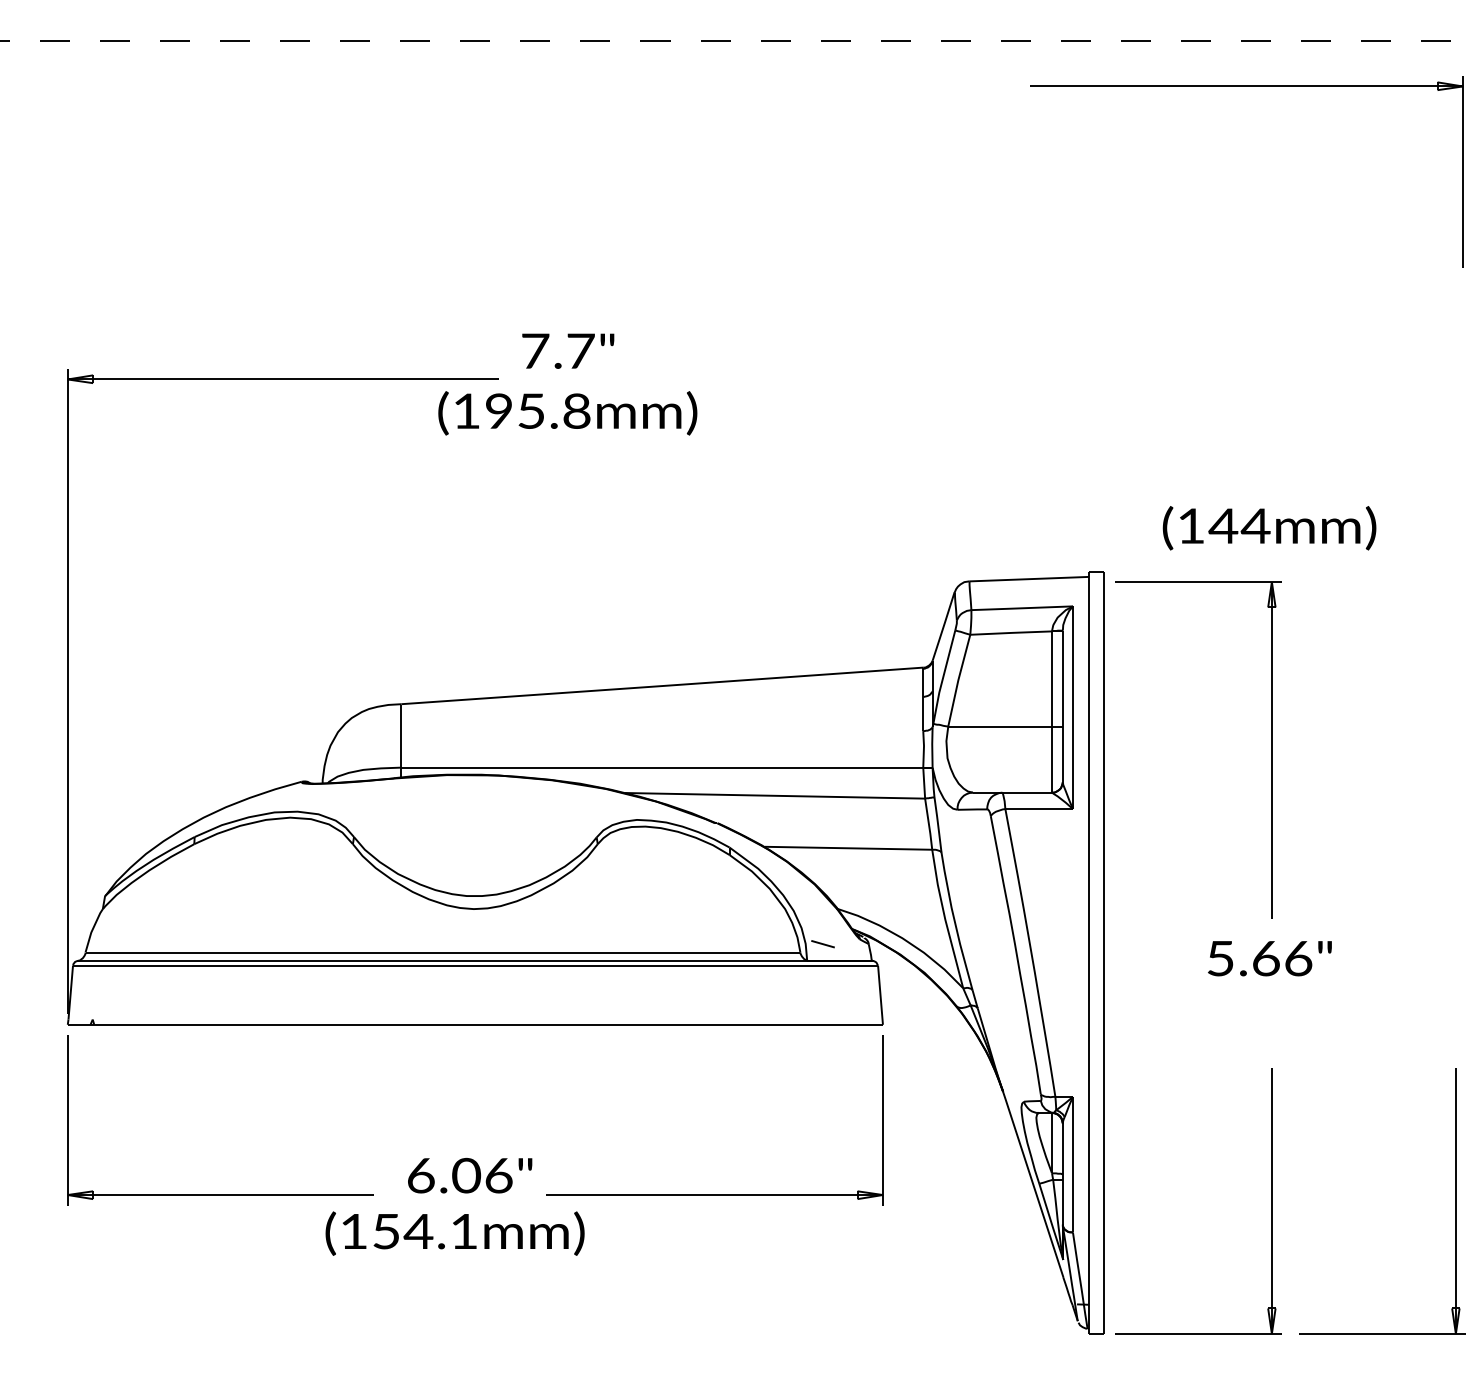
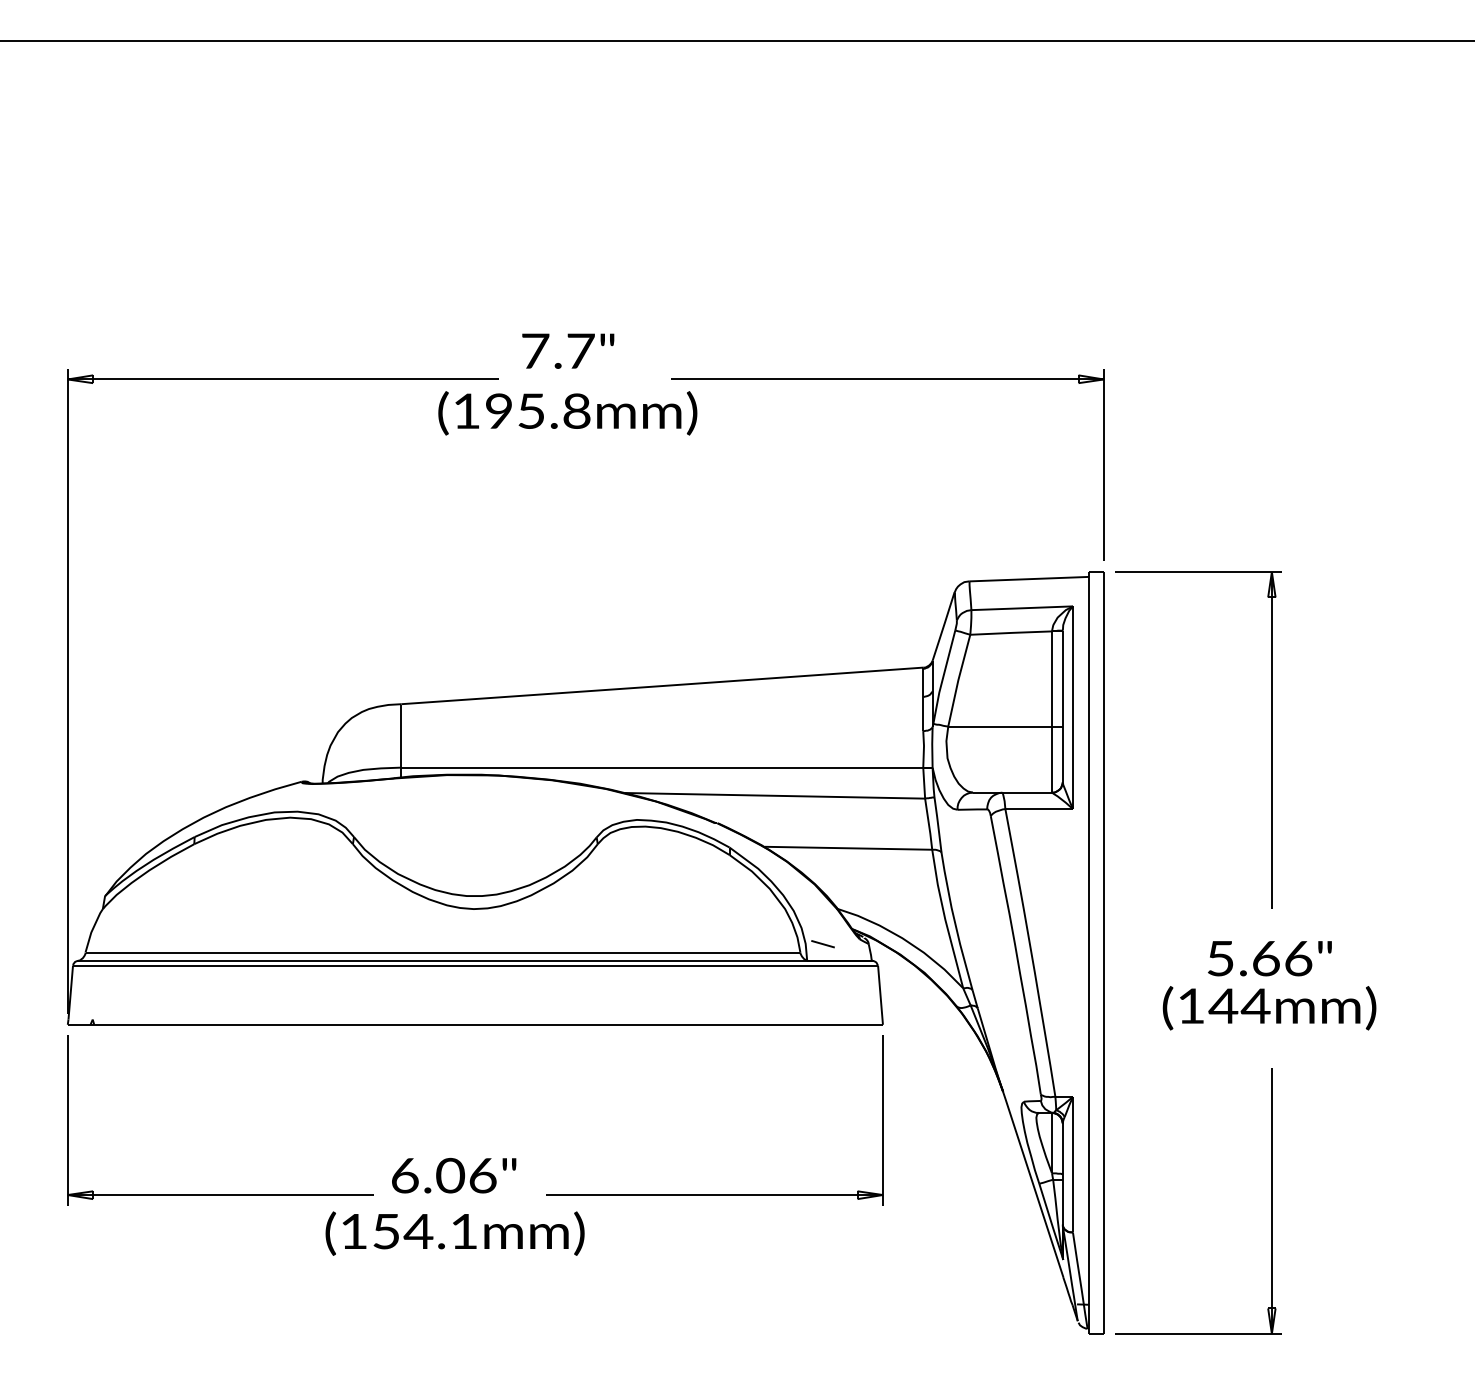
line at (737, 41): dashed -> solid
part at (1246, 86) position: (1246, 86) -> (887, 379)
text at (1269, 528) position: (1269, 528) -> (1269, 1008)
part at (1271, 749) position: (1271, 749) -> (1271, 739)
text at (470, 1175) position: (470, 1175) -> (454, 1175)
part at (1455, 1201): present -> none
